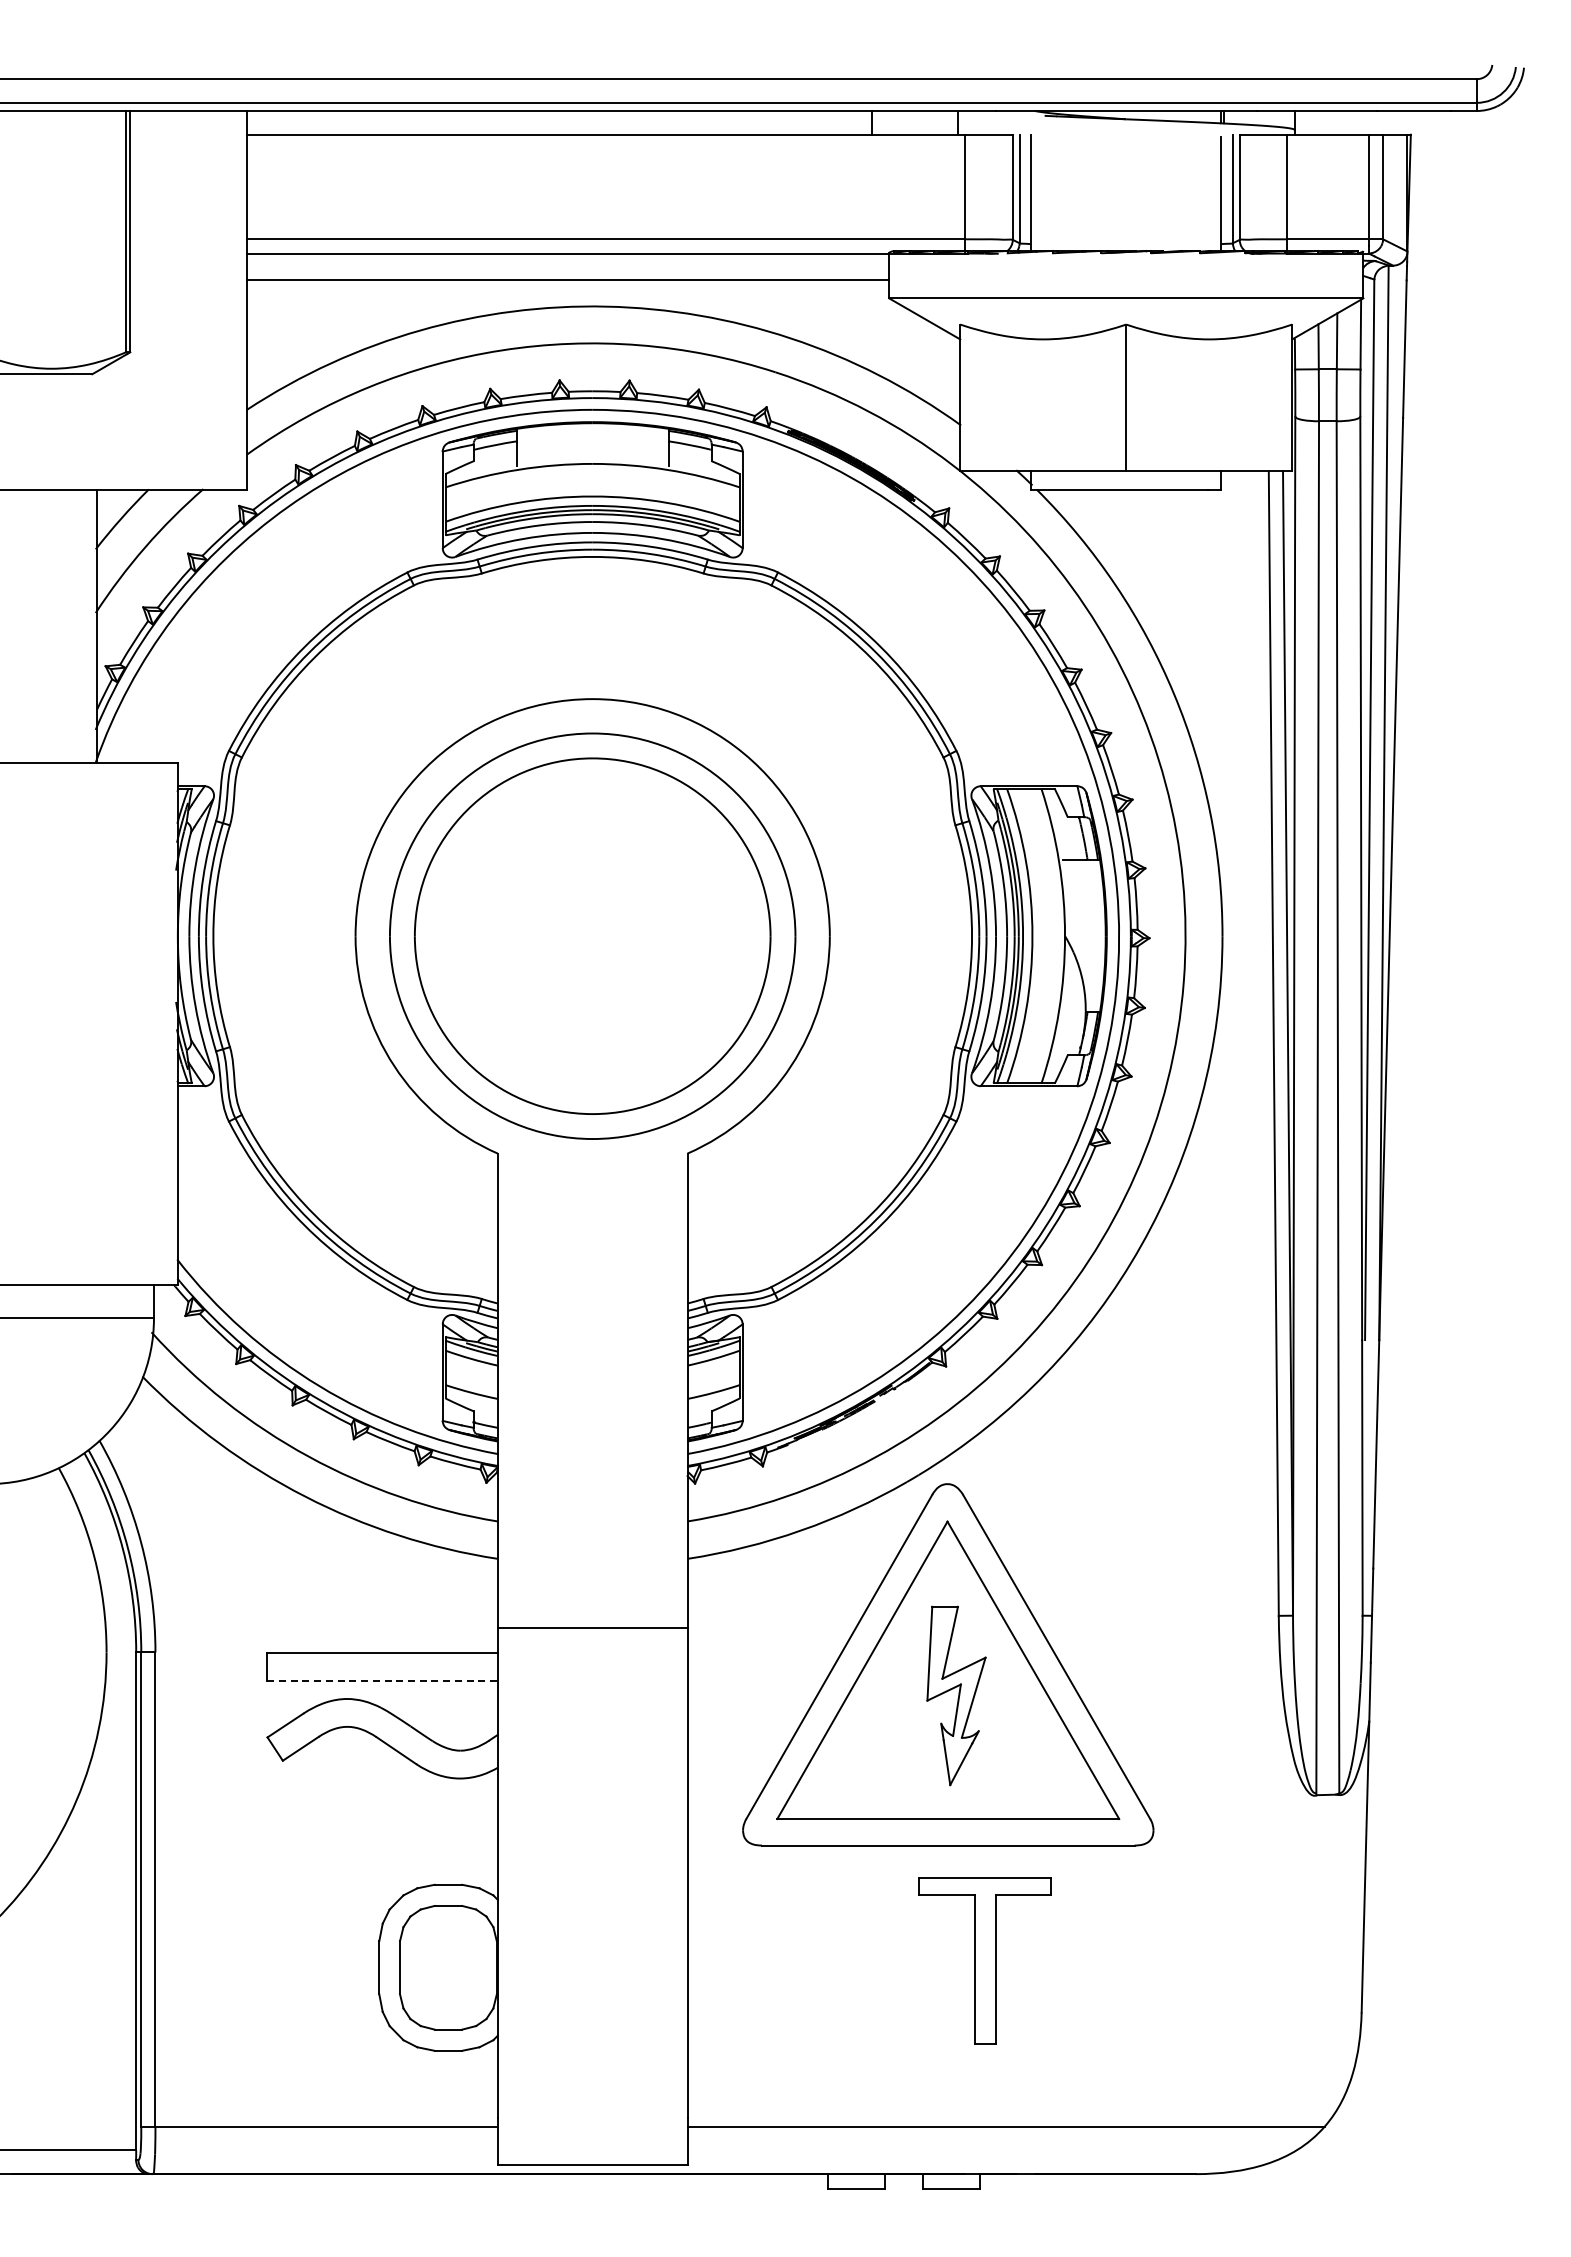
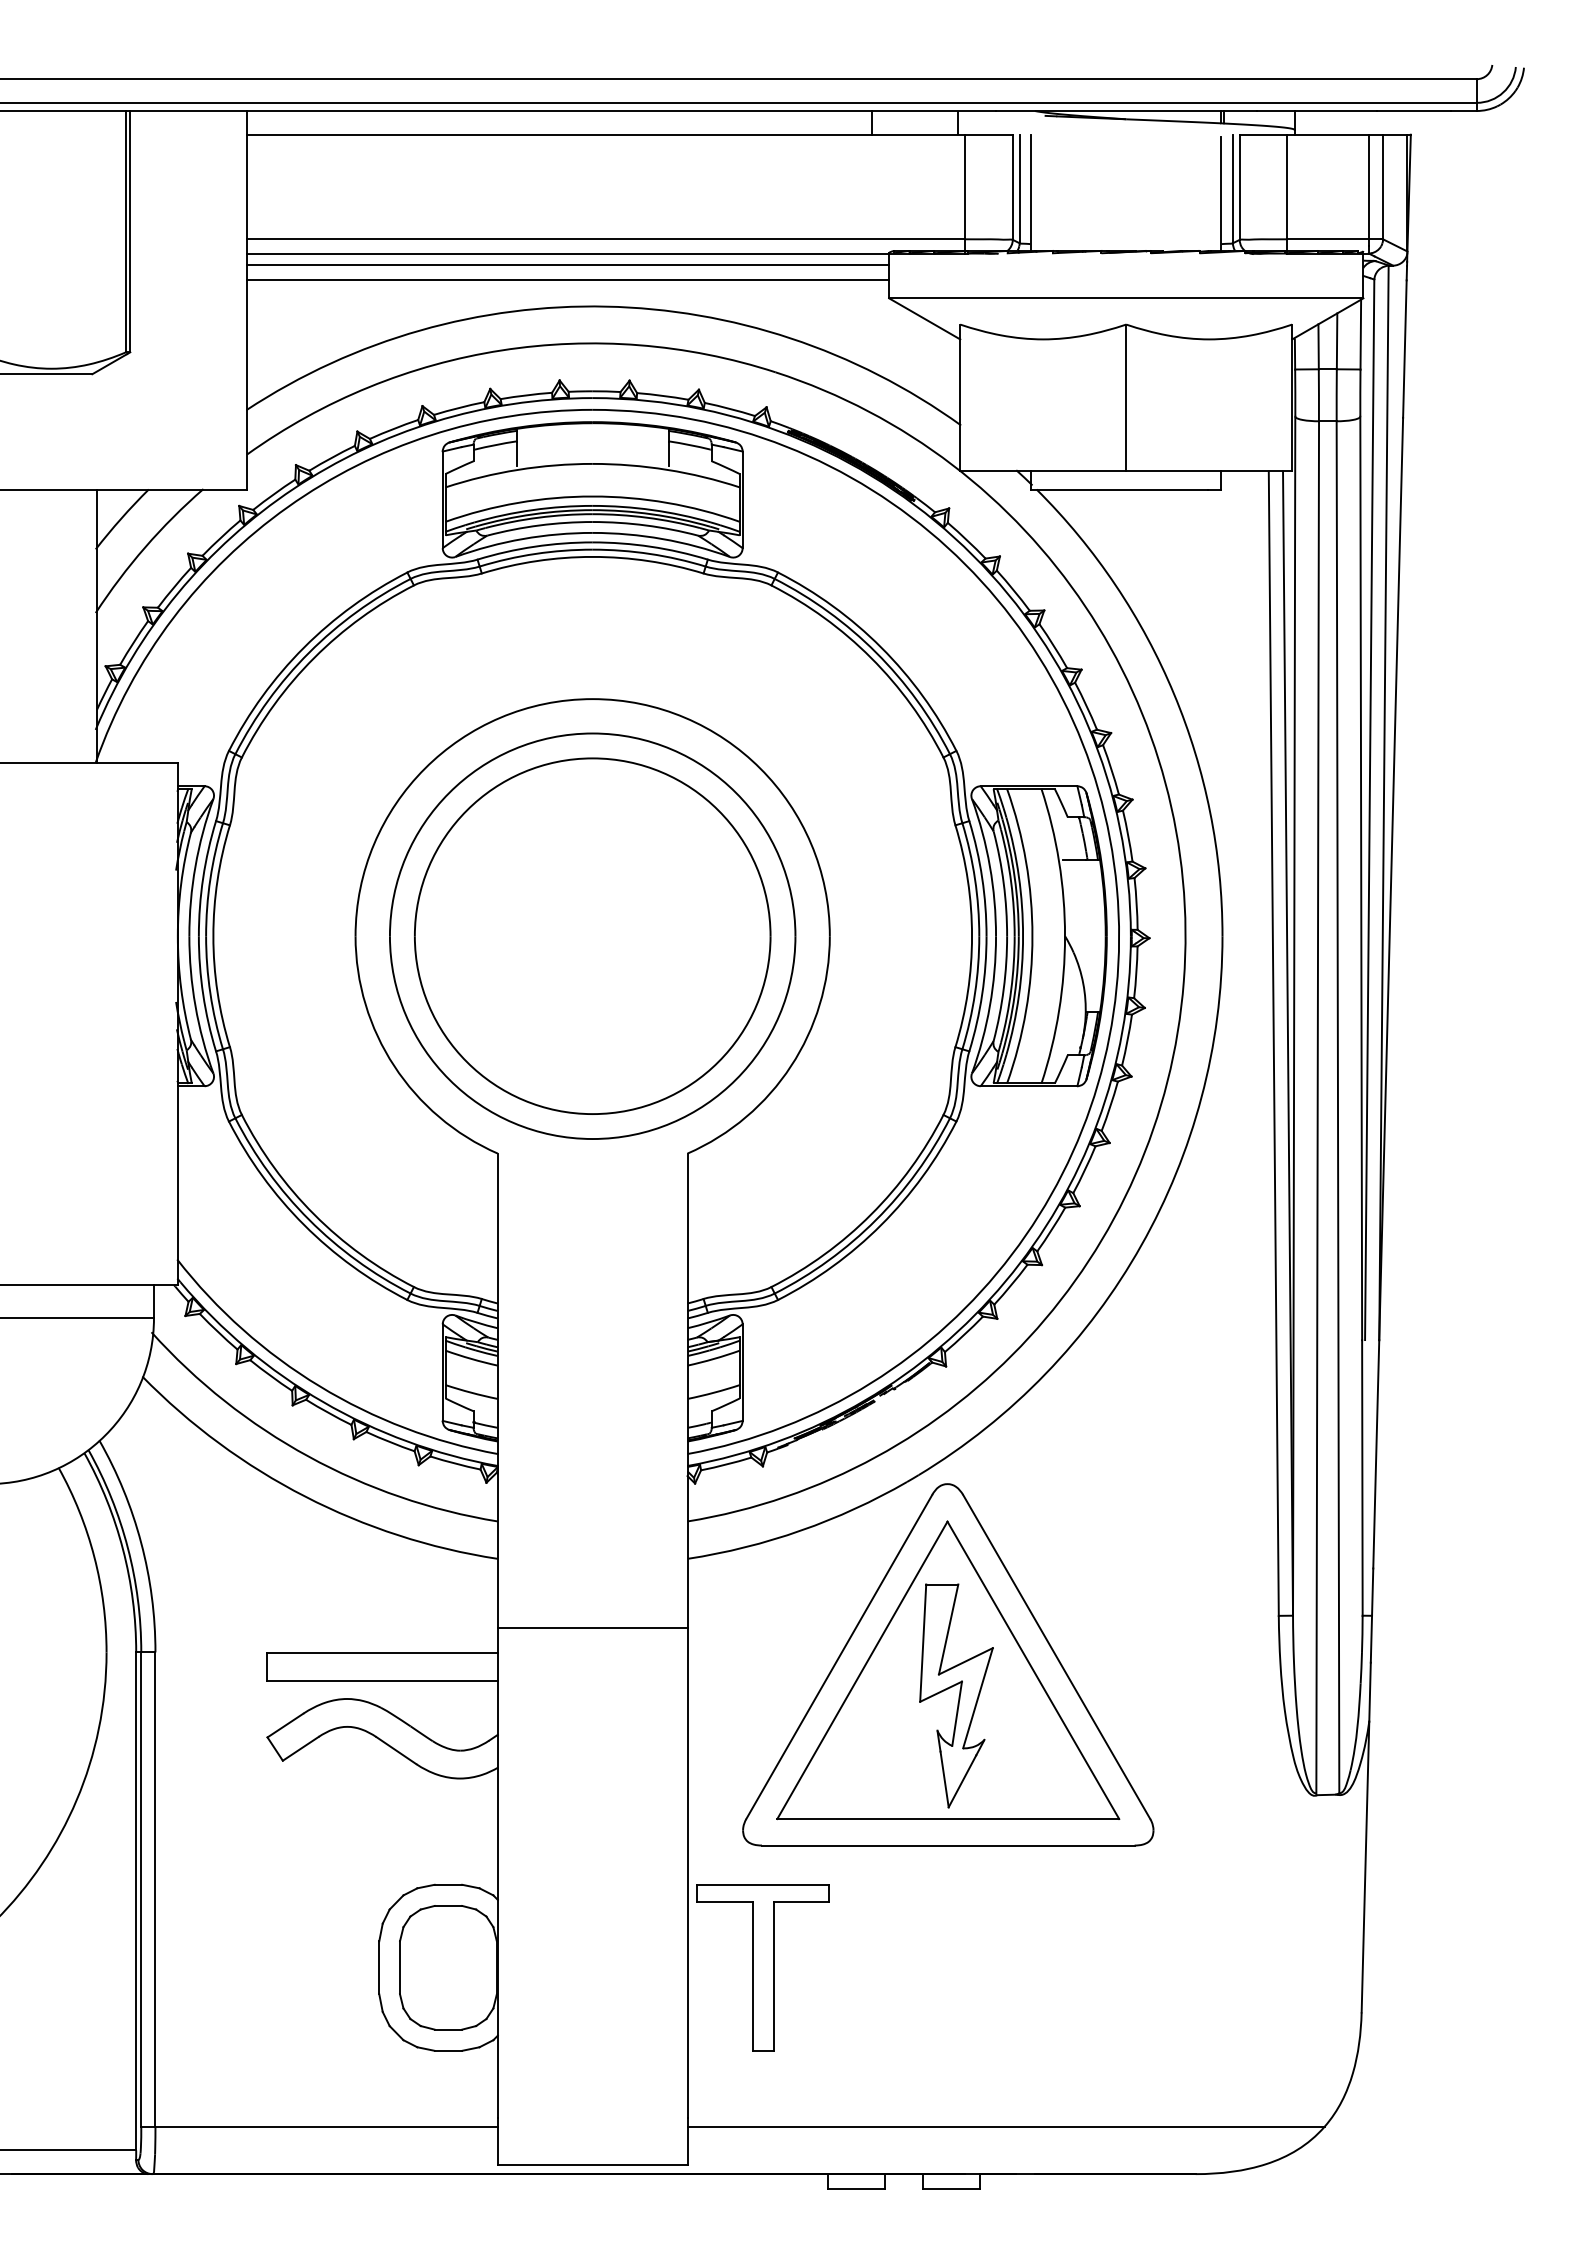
line at (568, 265): none -> present
line at (382, 1680): dashed -> solid
part at (956, 1695) size: 61x182 px -> 75x226 px
part at (984, 1960) position: (984, 1960) -> (762, 1967)
